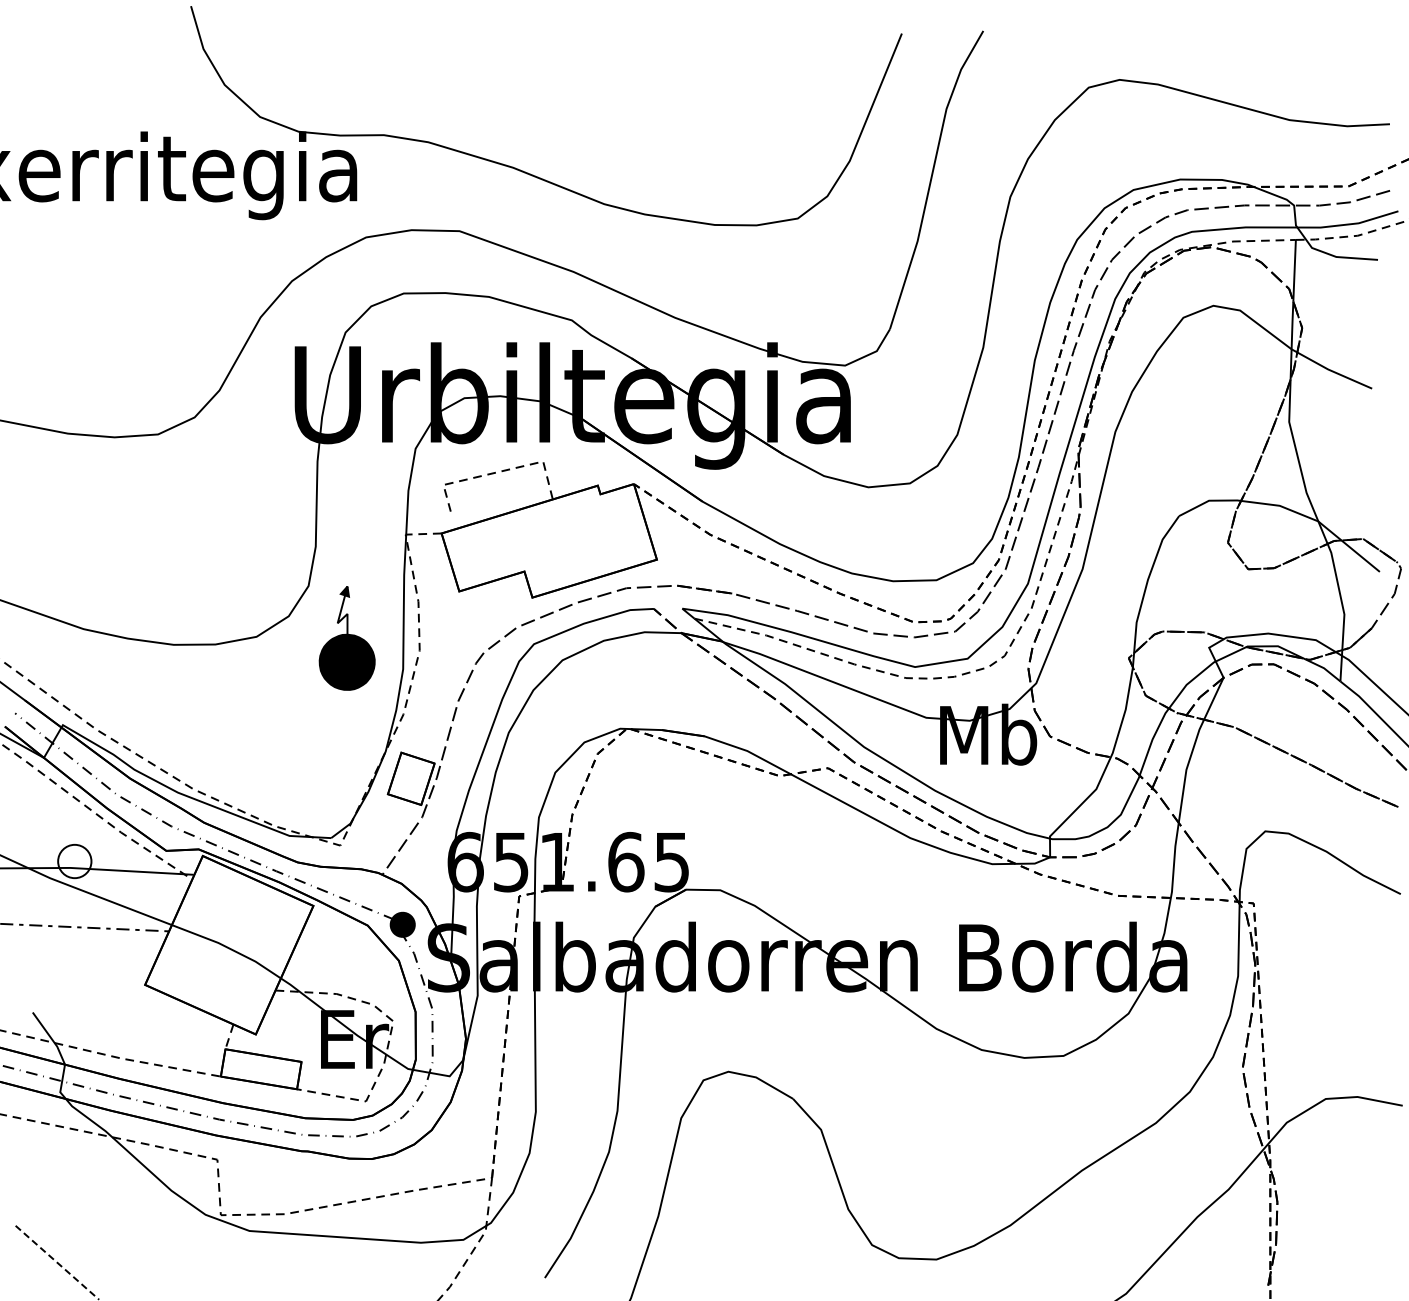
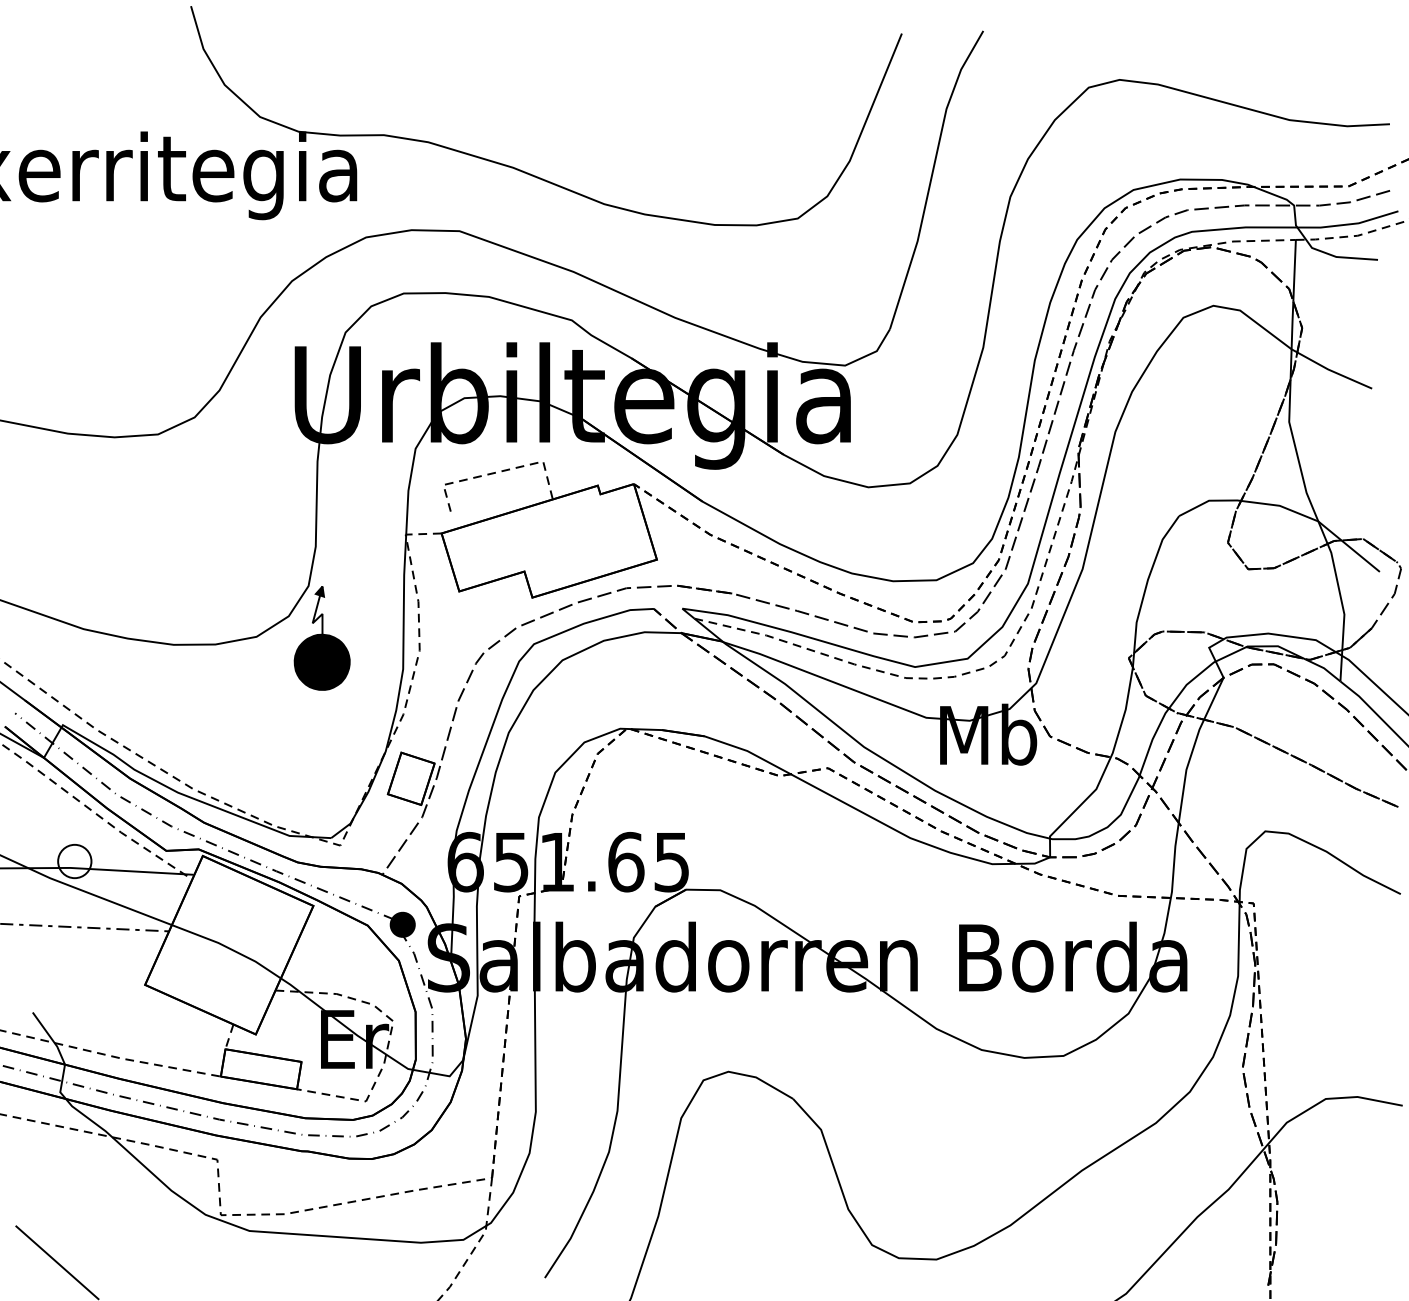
part at (346, 638) position: (346, 638) -> (321, 638)
line at (57, 1262): dashed -> solid
